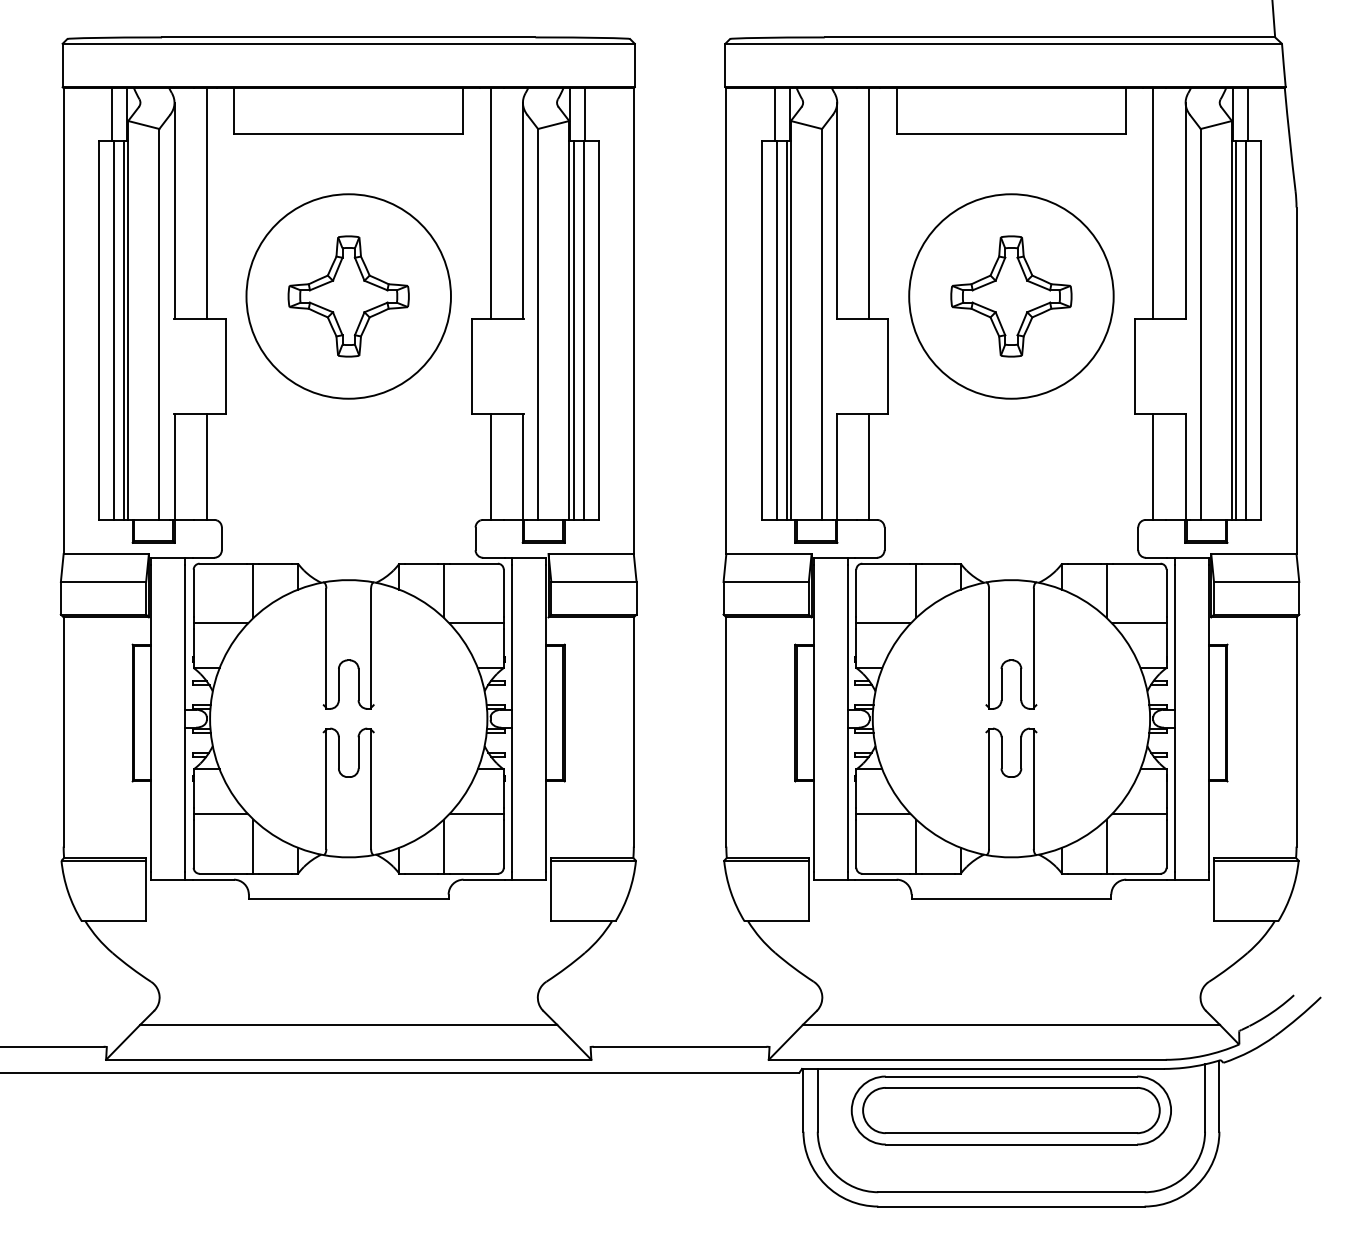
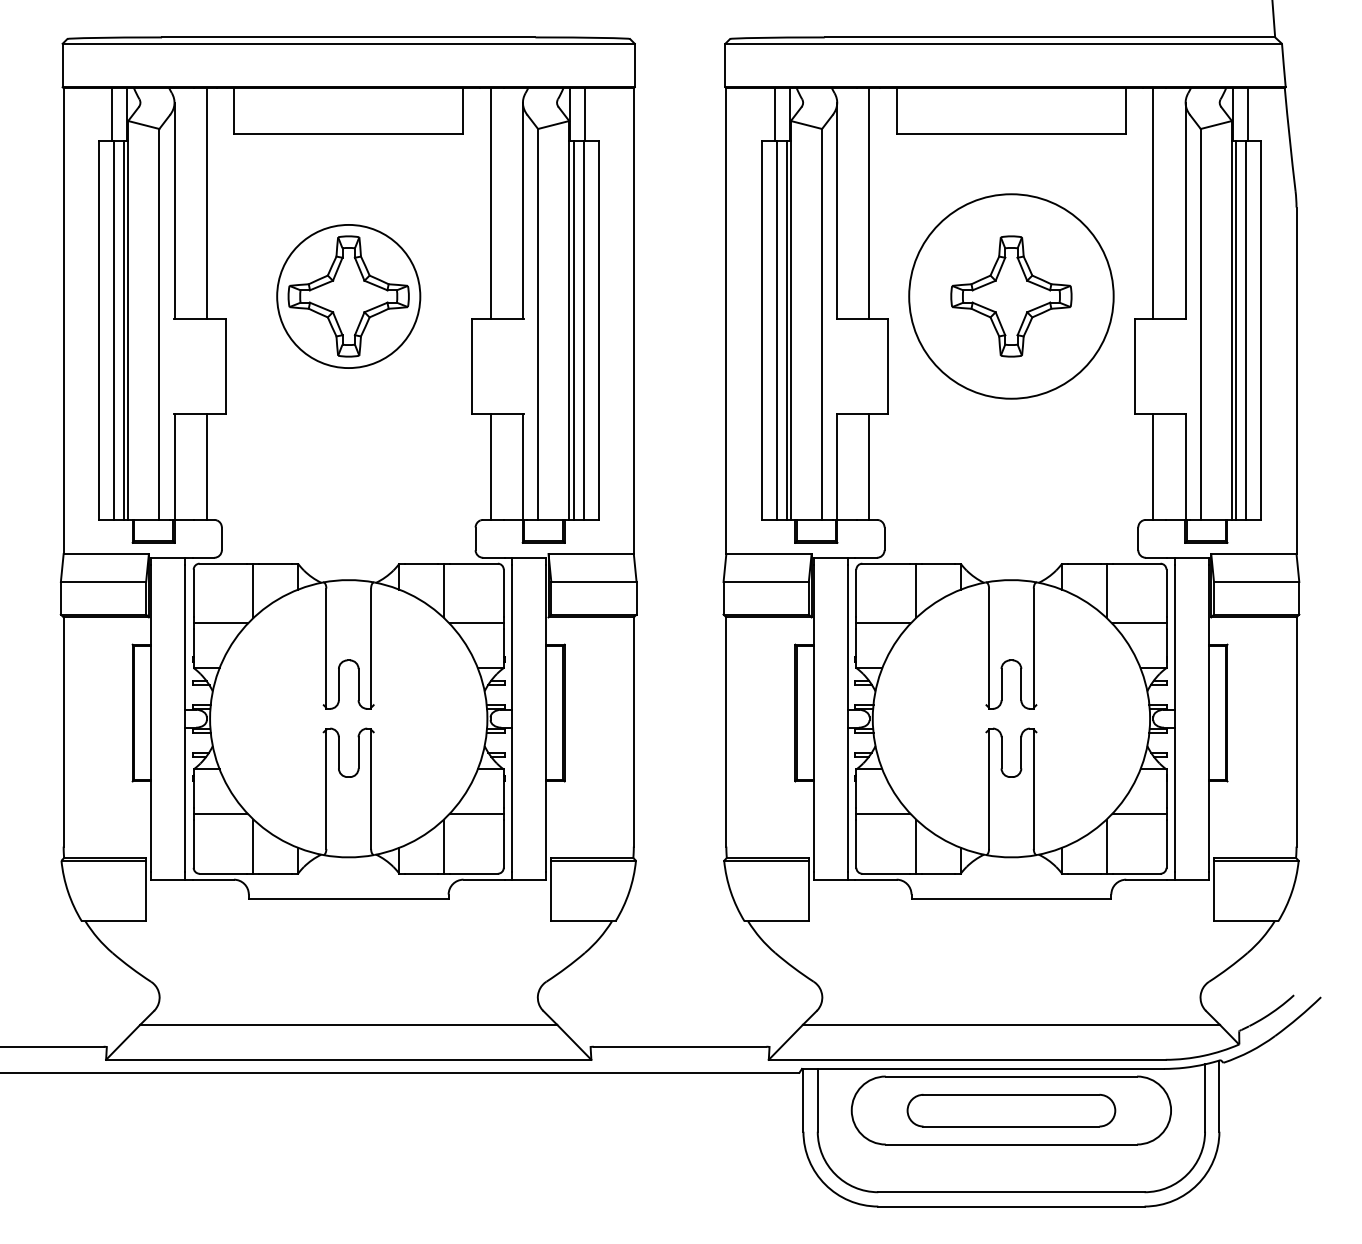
circle at (348, 296) diameter: 204 px -> 143 px
part at (1011, 1110) size: 299x48 px -> 211x35 px
